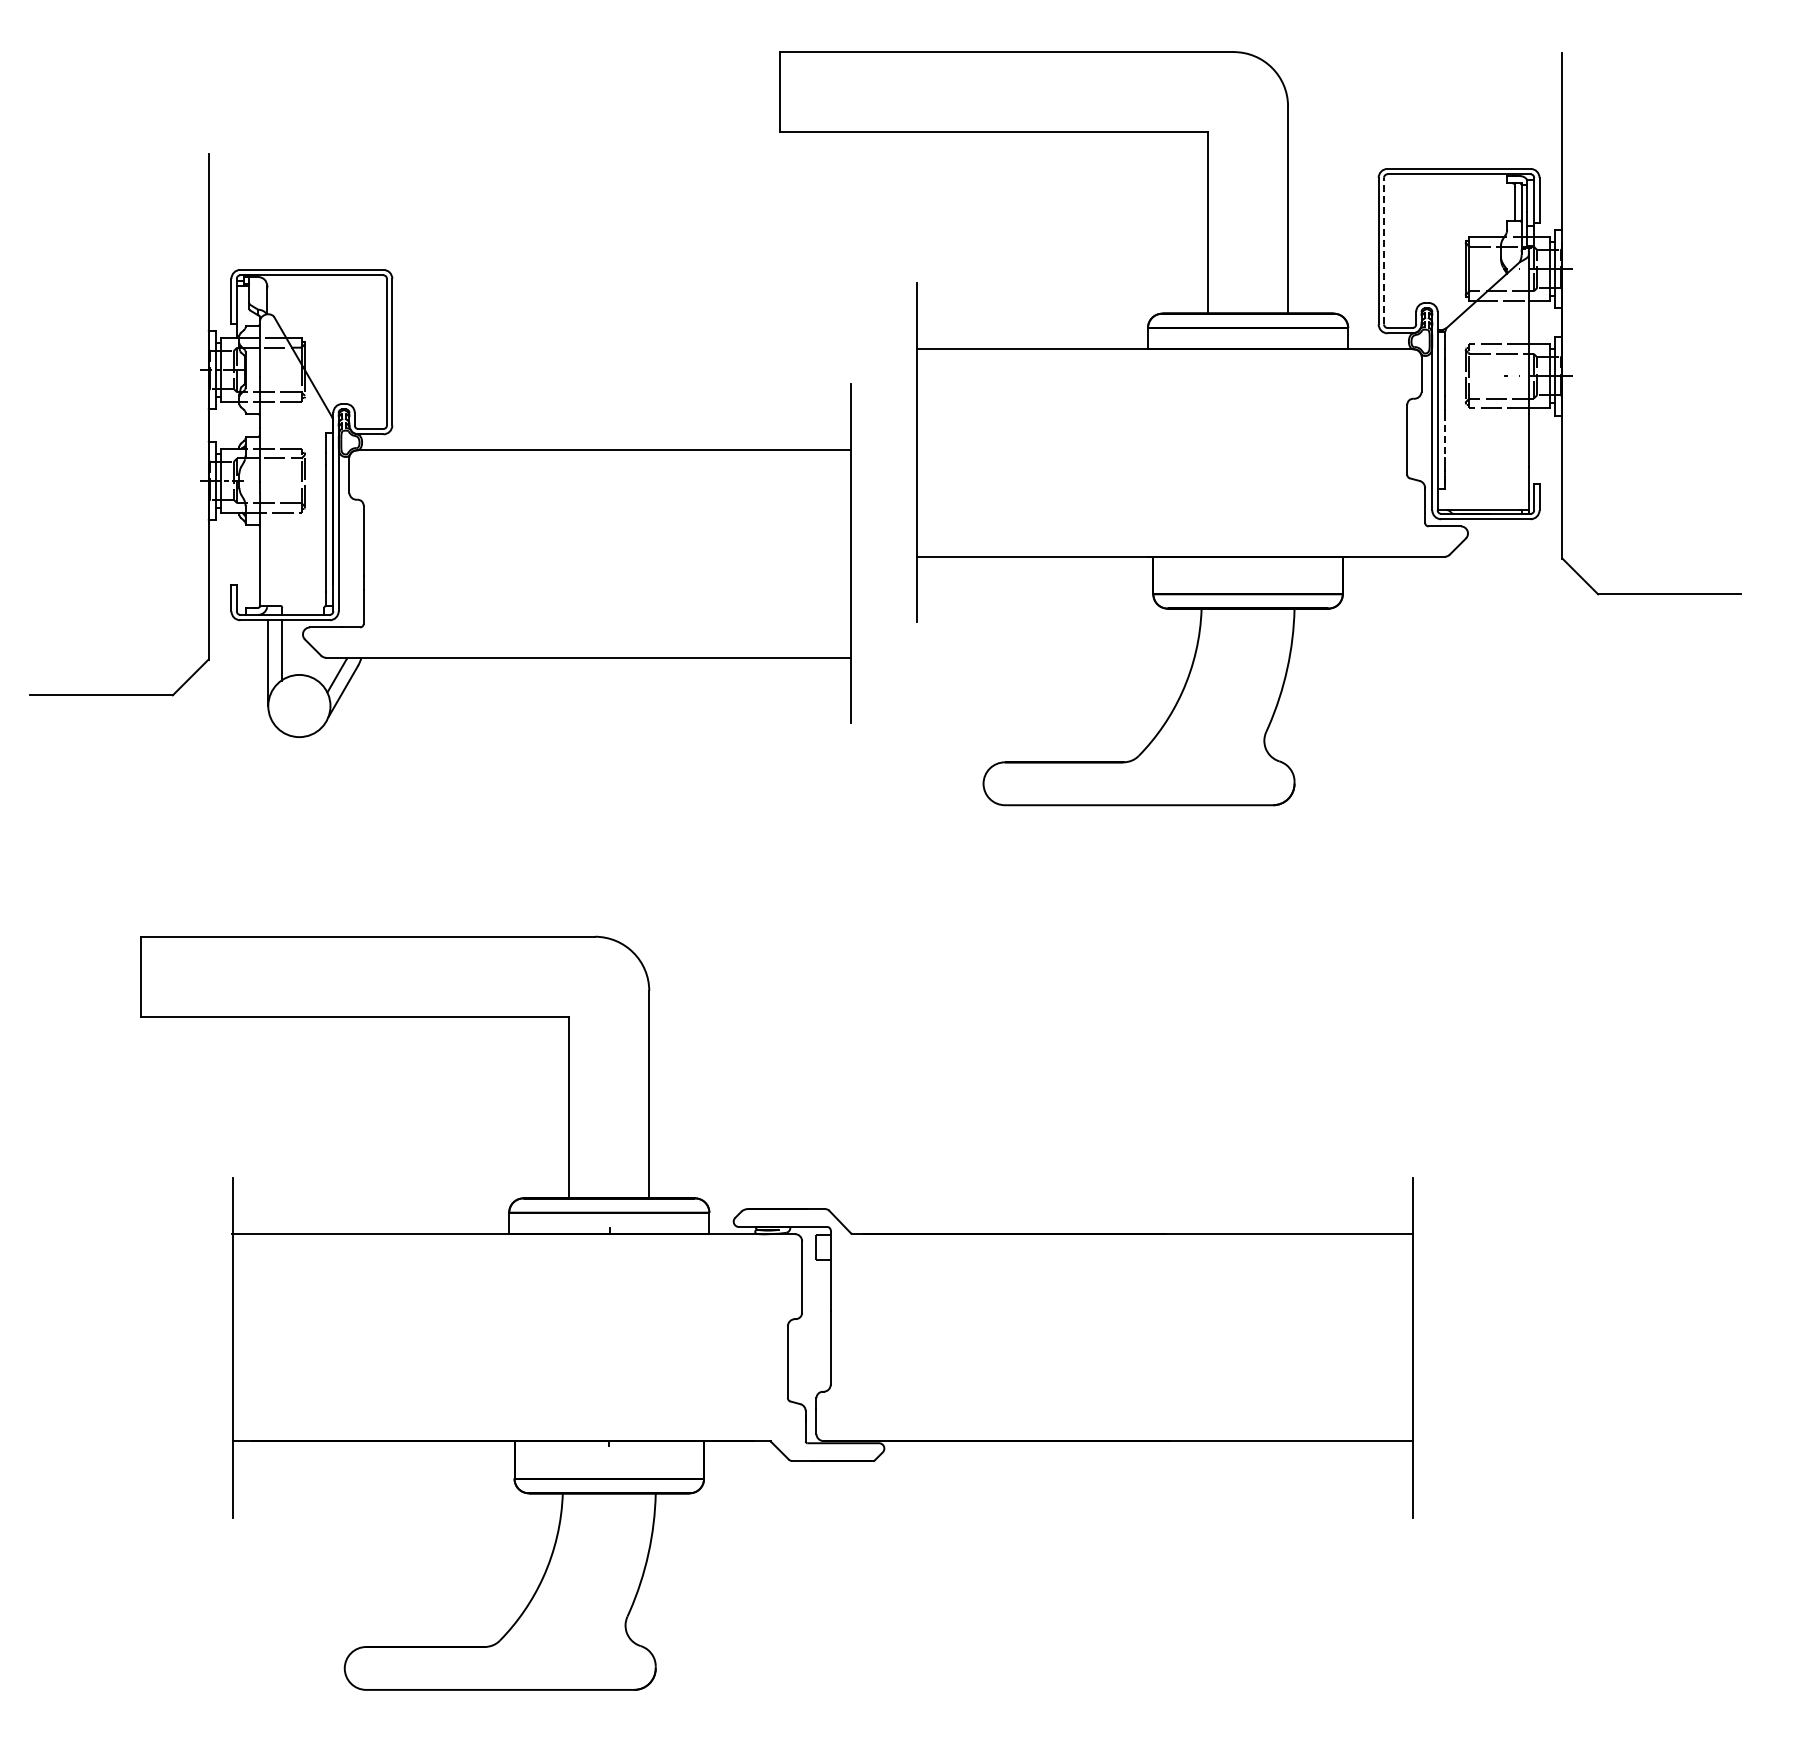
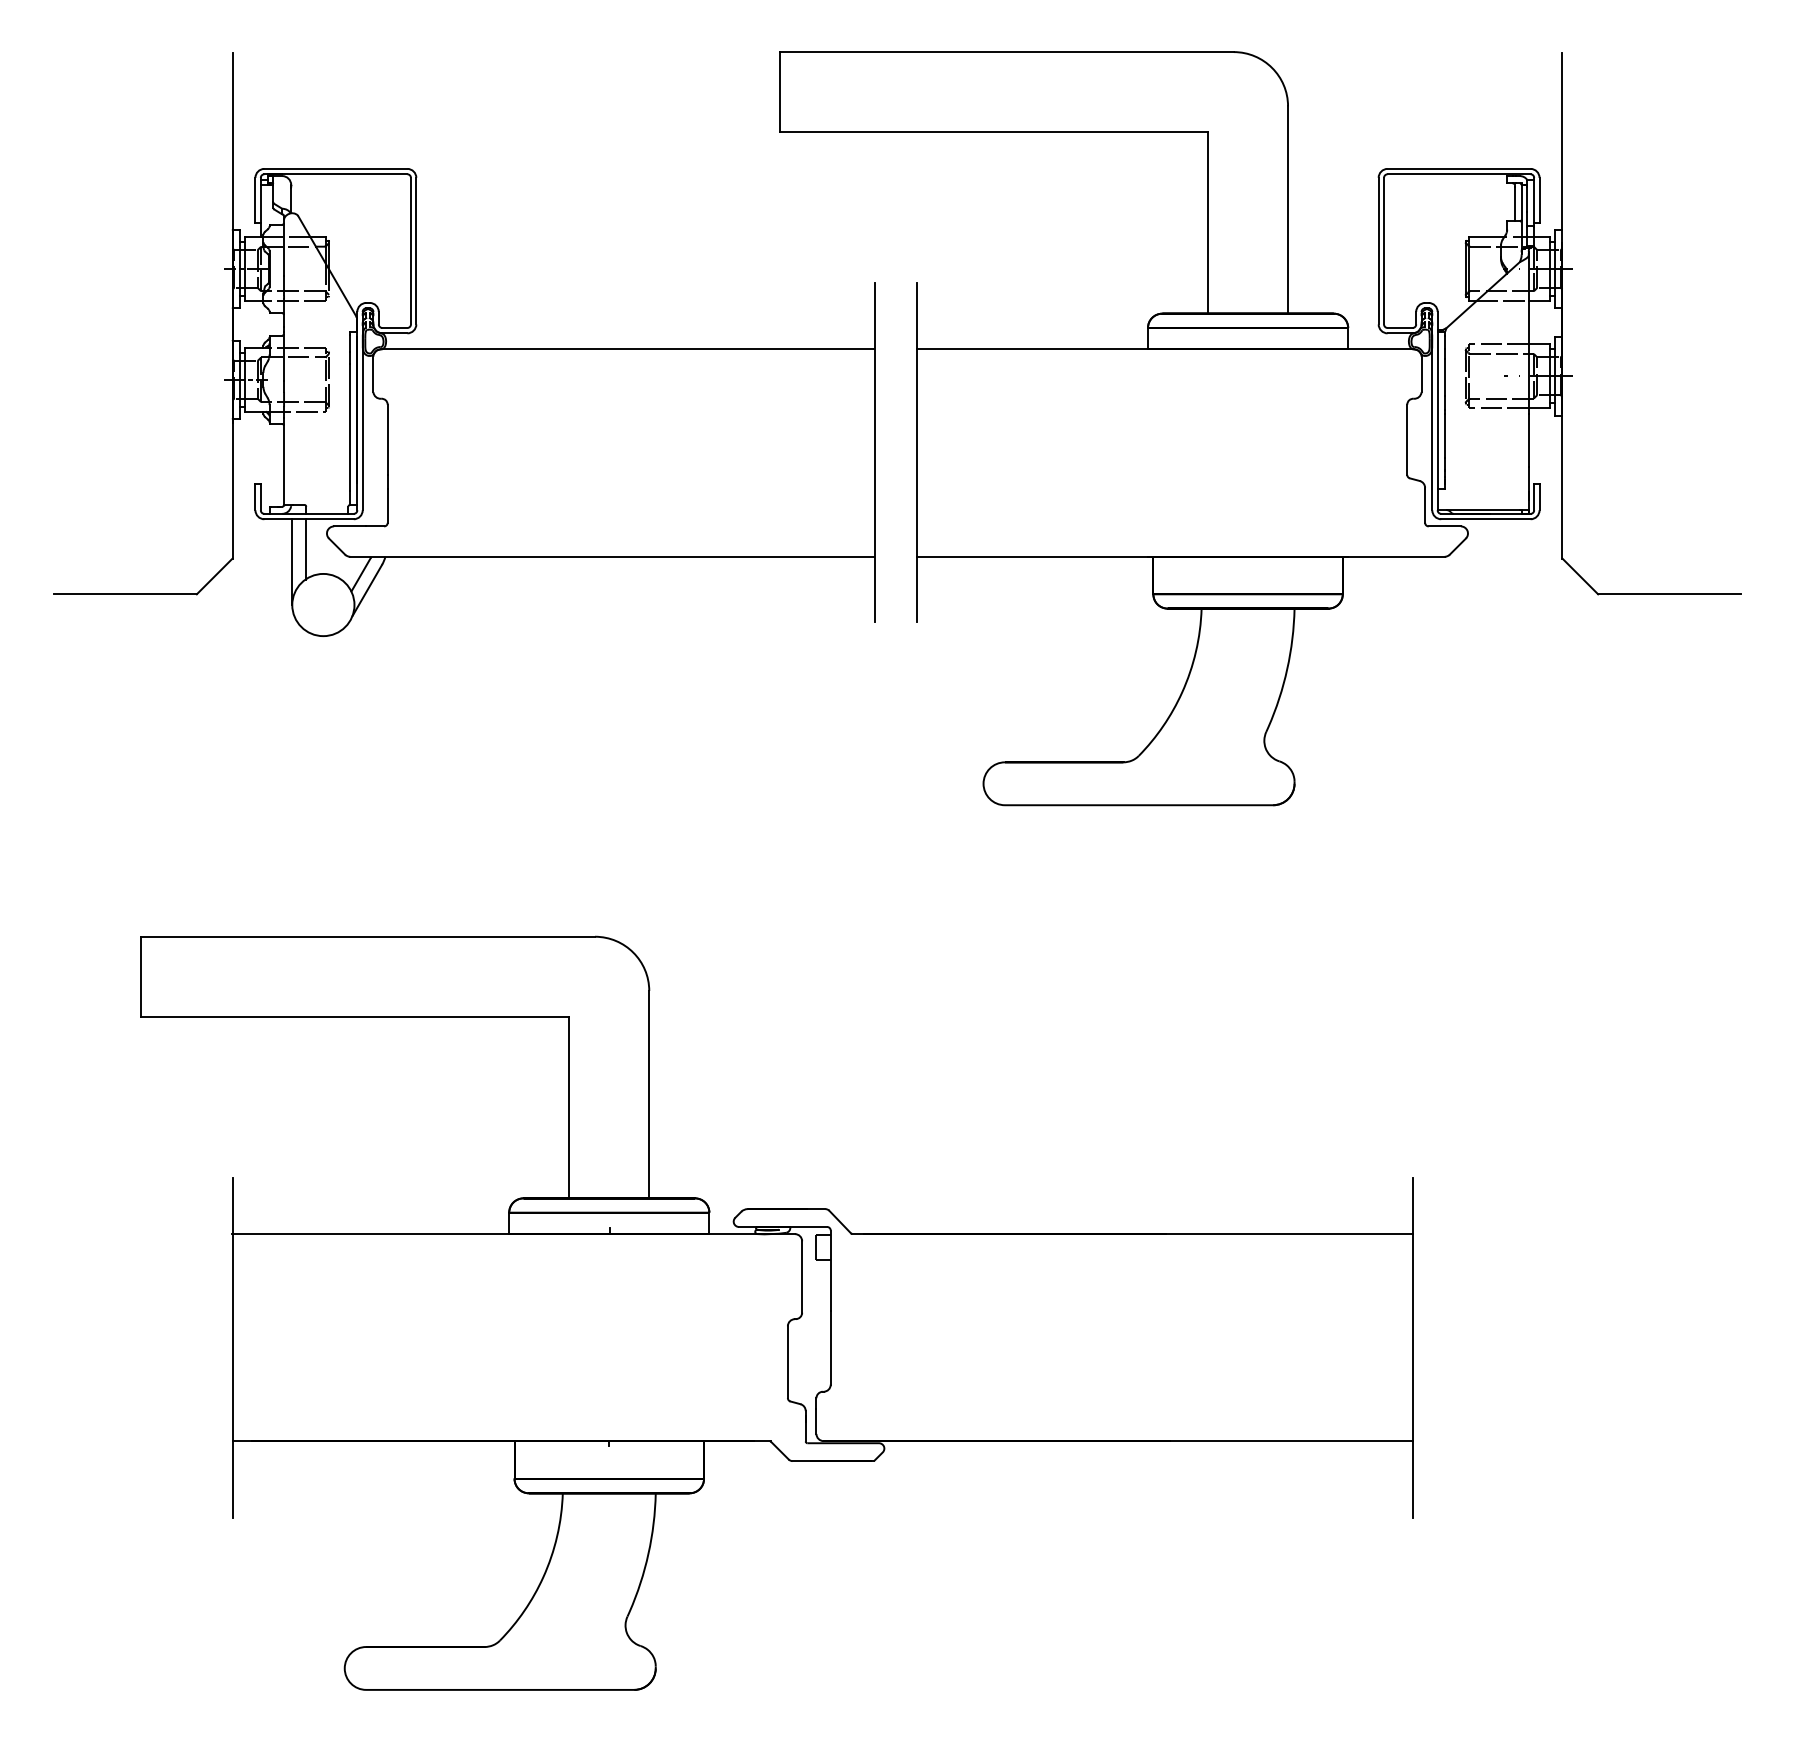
line at (1384, 250): dashed -> solid
line at (1444, 435): dashed -> solid
part at (440, 445) position: (440, 445) -> (464, 344)
